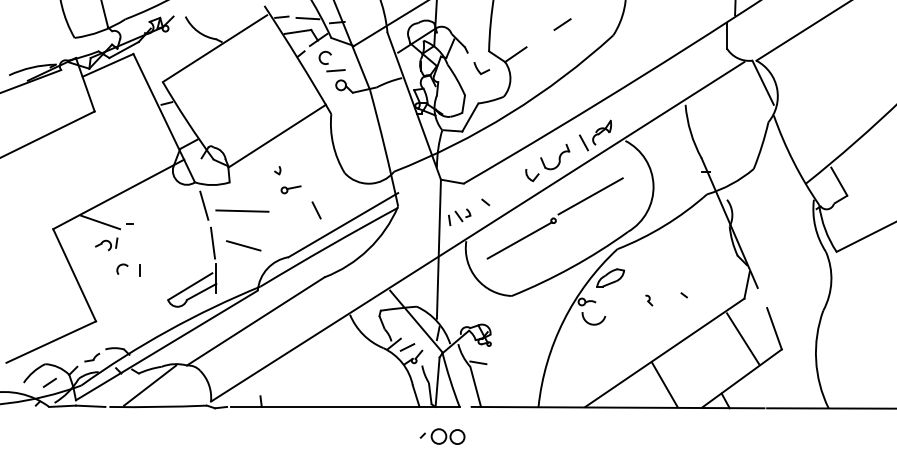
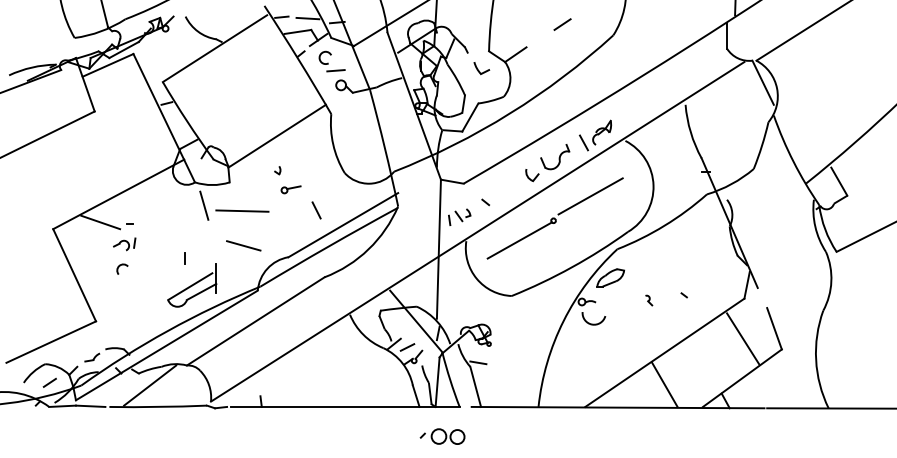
line at (213, 242): present -> none
part at (106, 244) position: (106, 244) -> (124, 244)
line at (139, 270) position: (139, 270) -> (184, 258)
